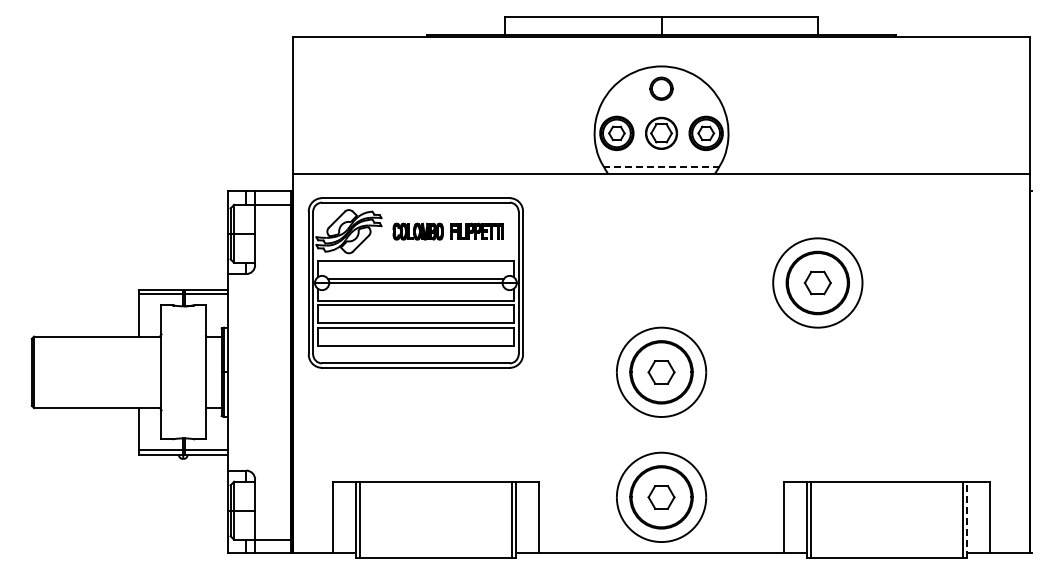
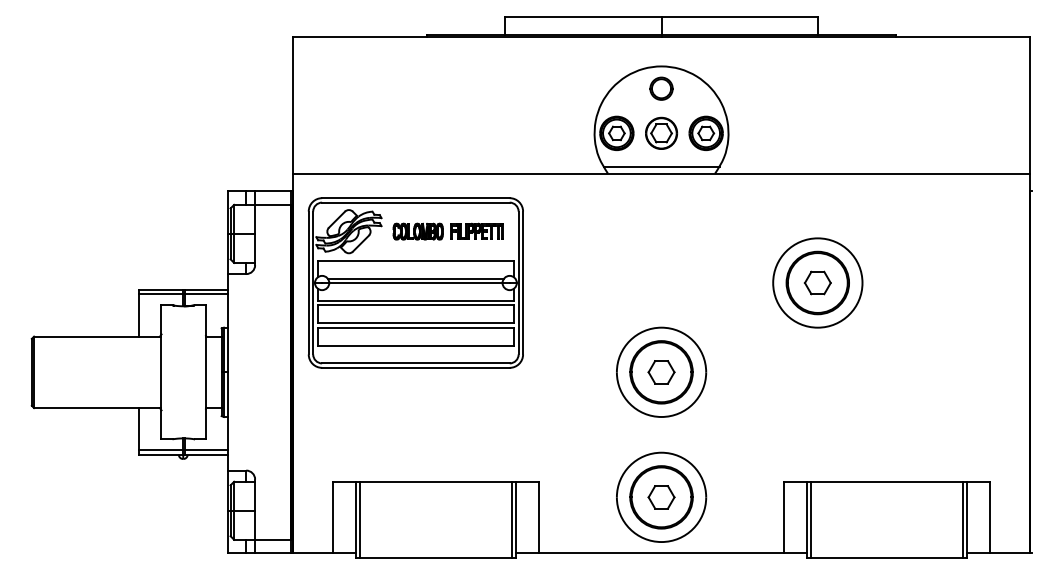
line at (661, 166): dashed -> solid
line at (967, 519): dashed -> solid
